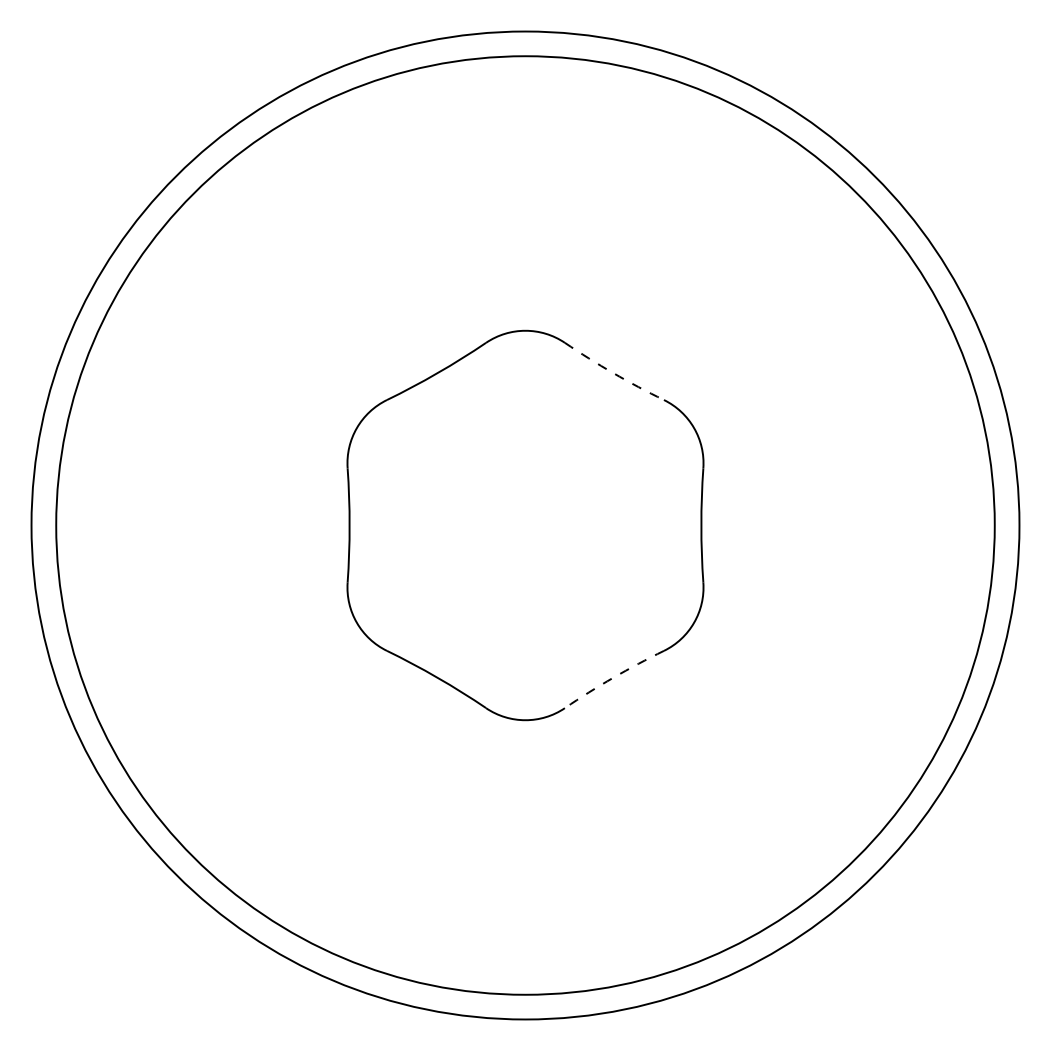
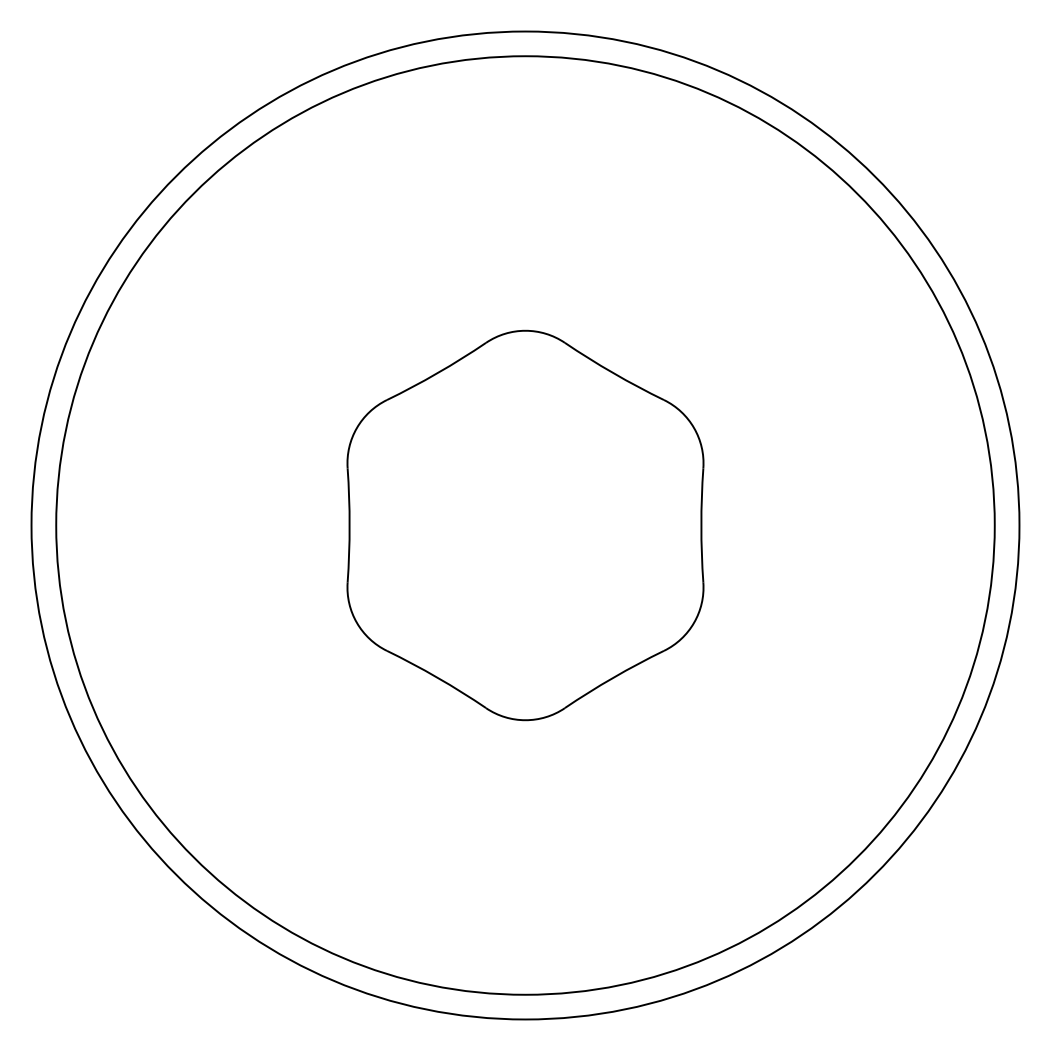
arc at (613, 373): dashed -> solid
arc at (613, 677): dashed -> solid
